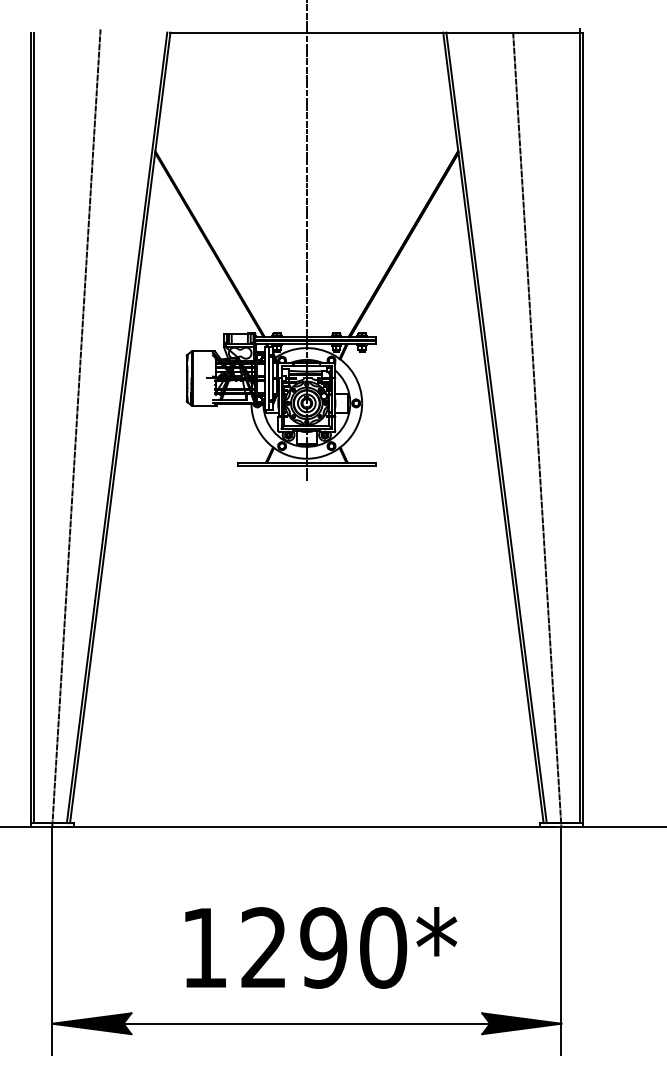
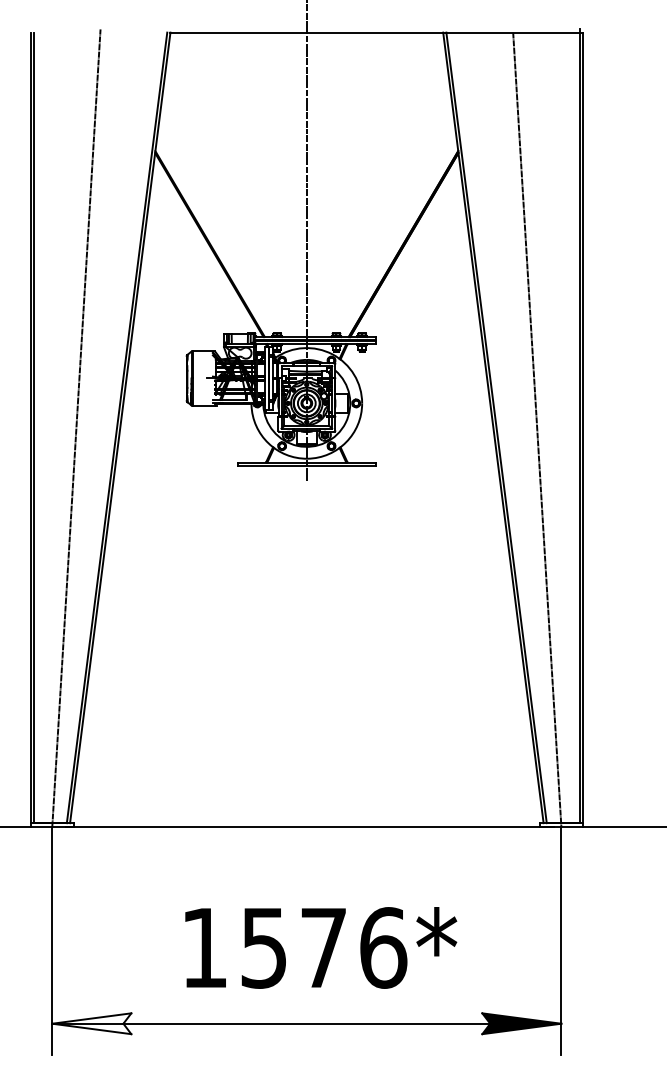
text at (324, 947): 1290* -> 1576*
fill at (91, 1023): present -> none
